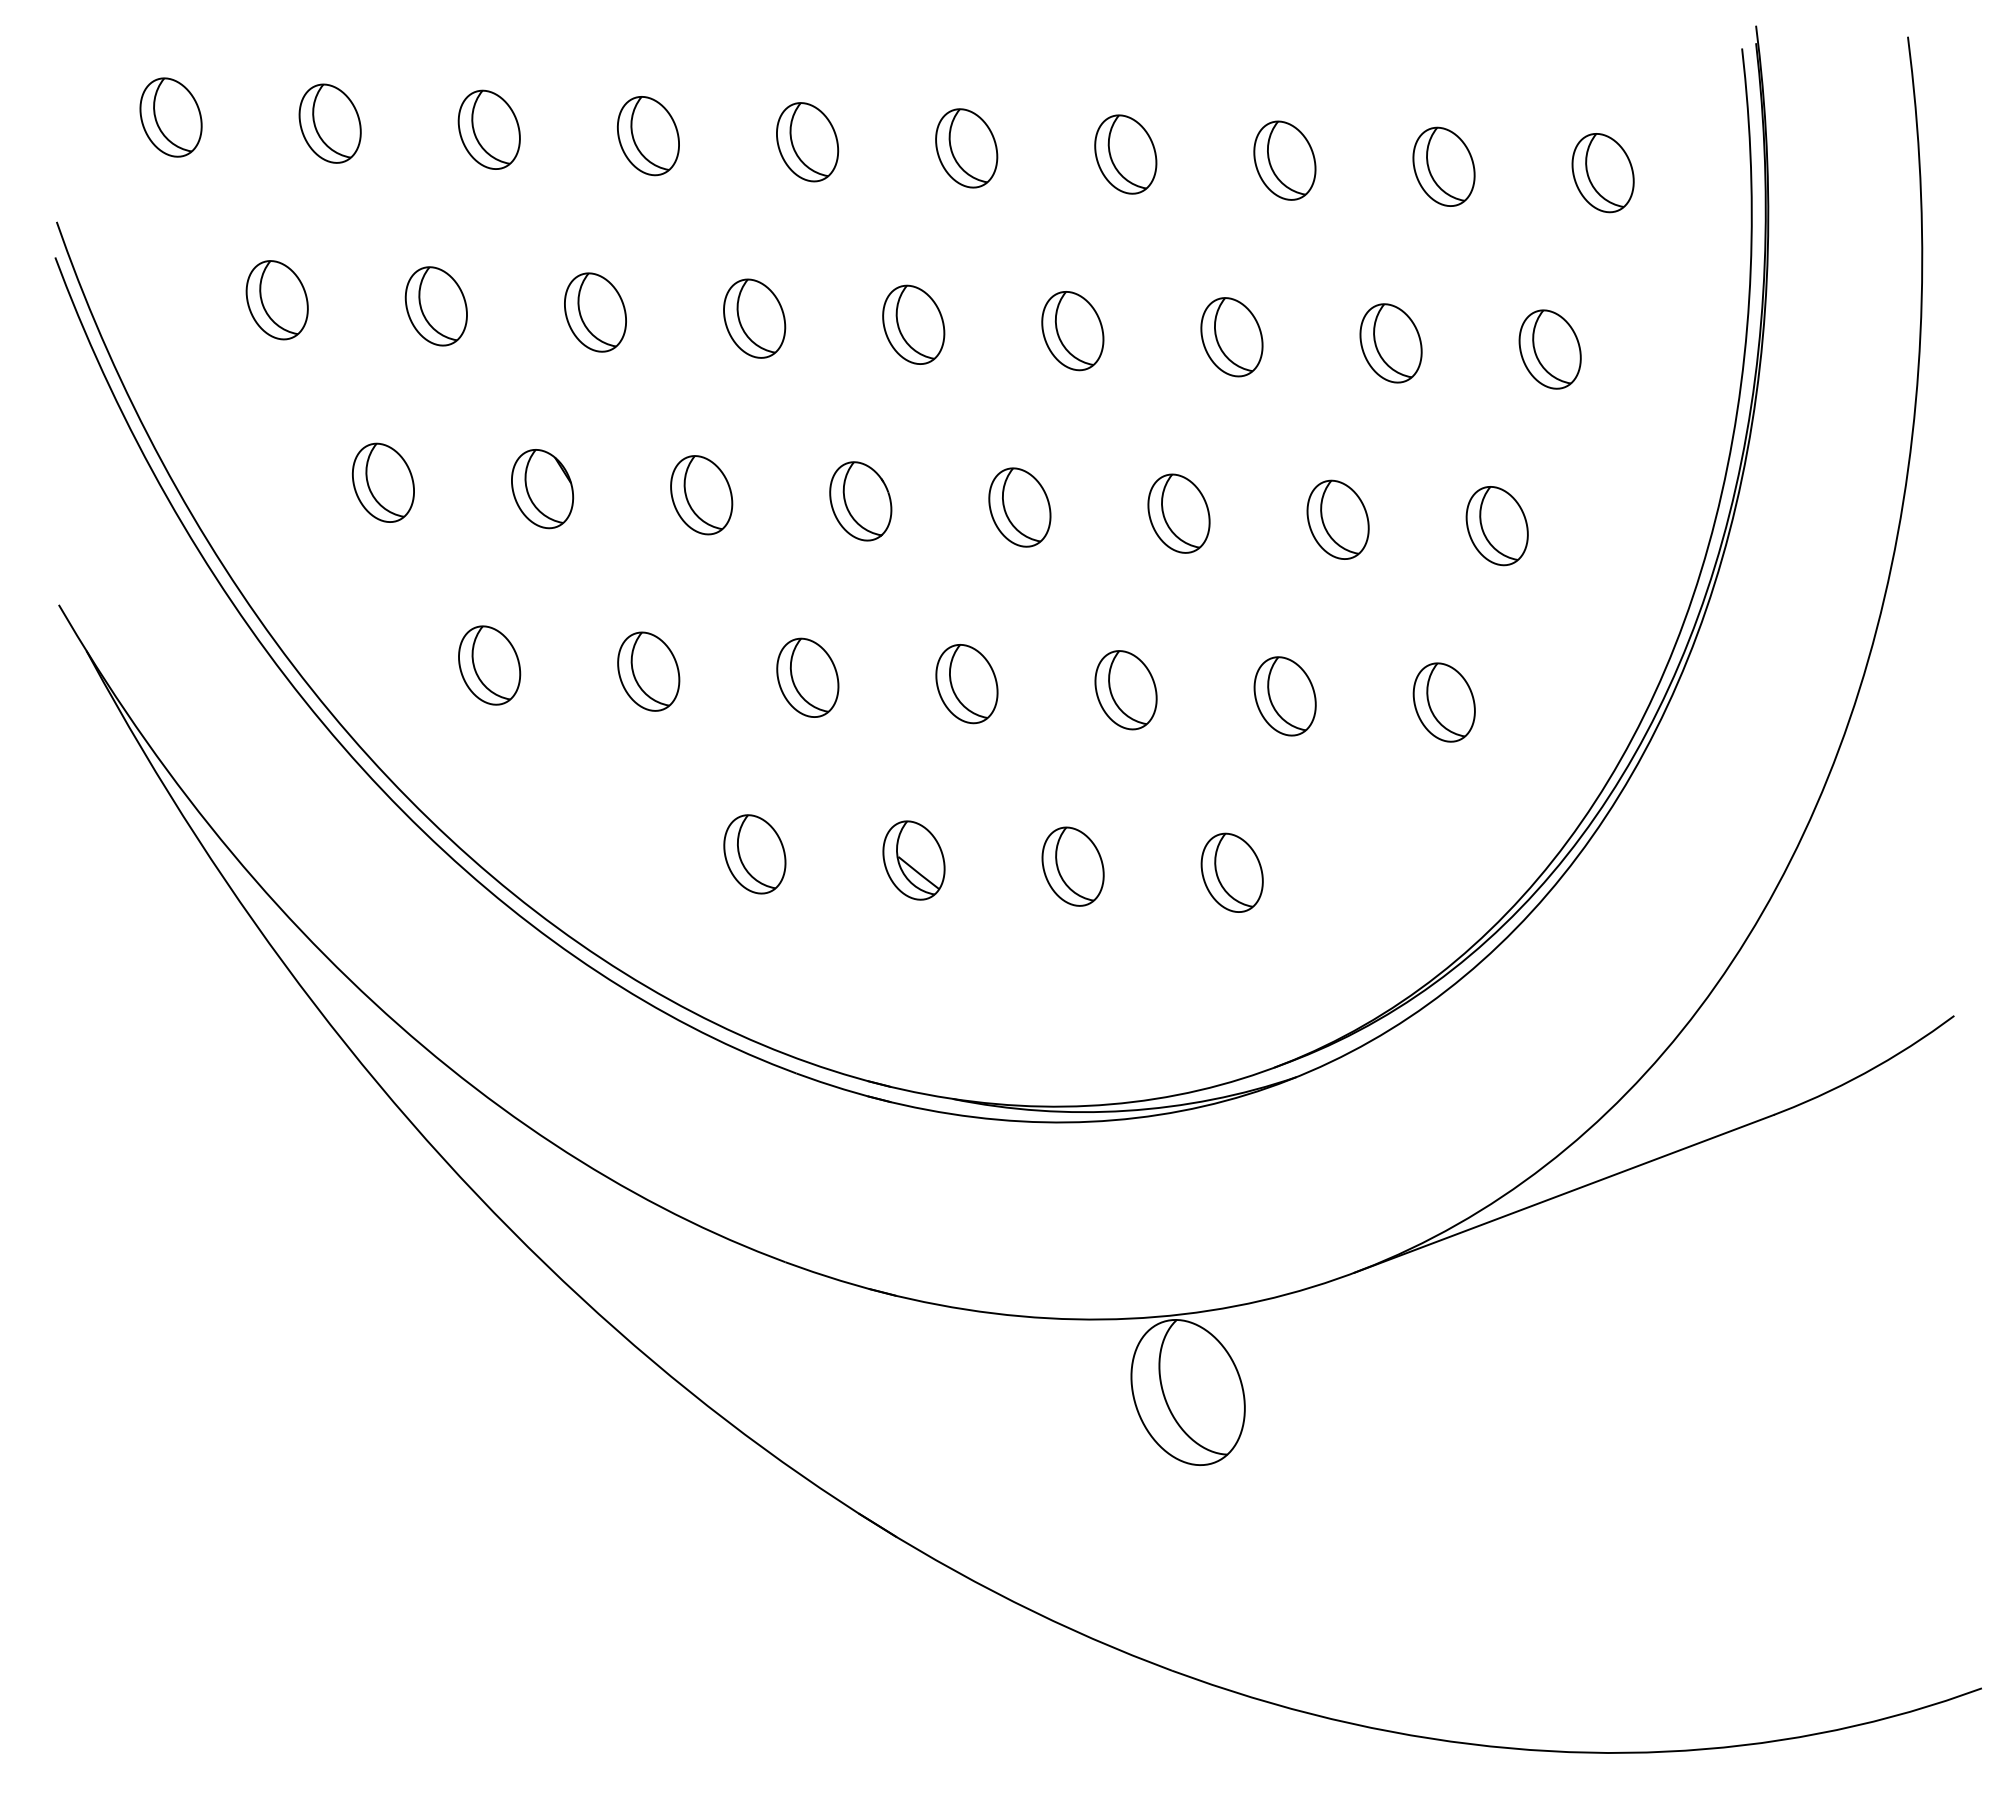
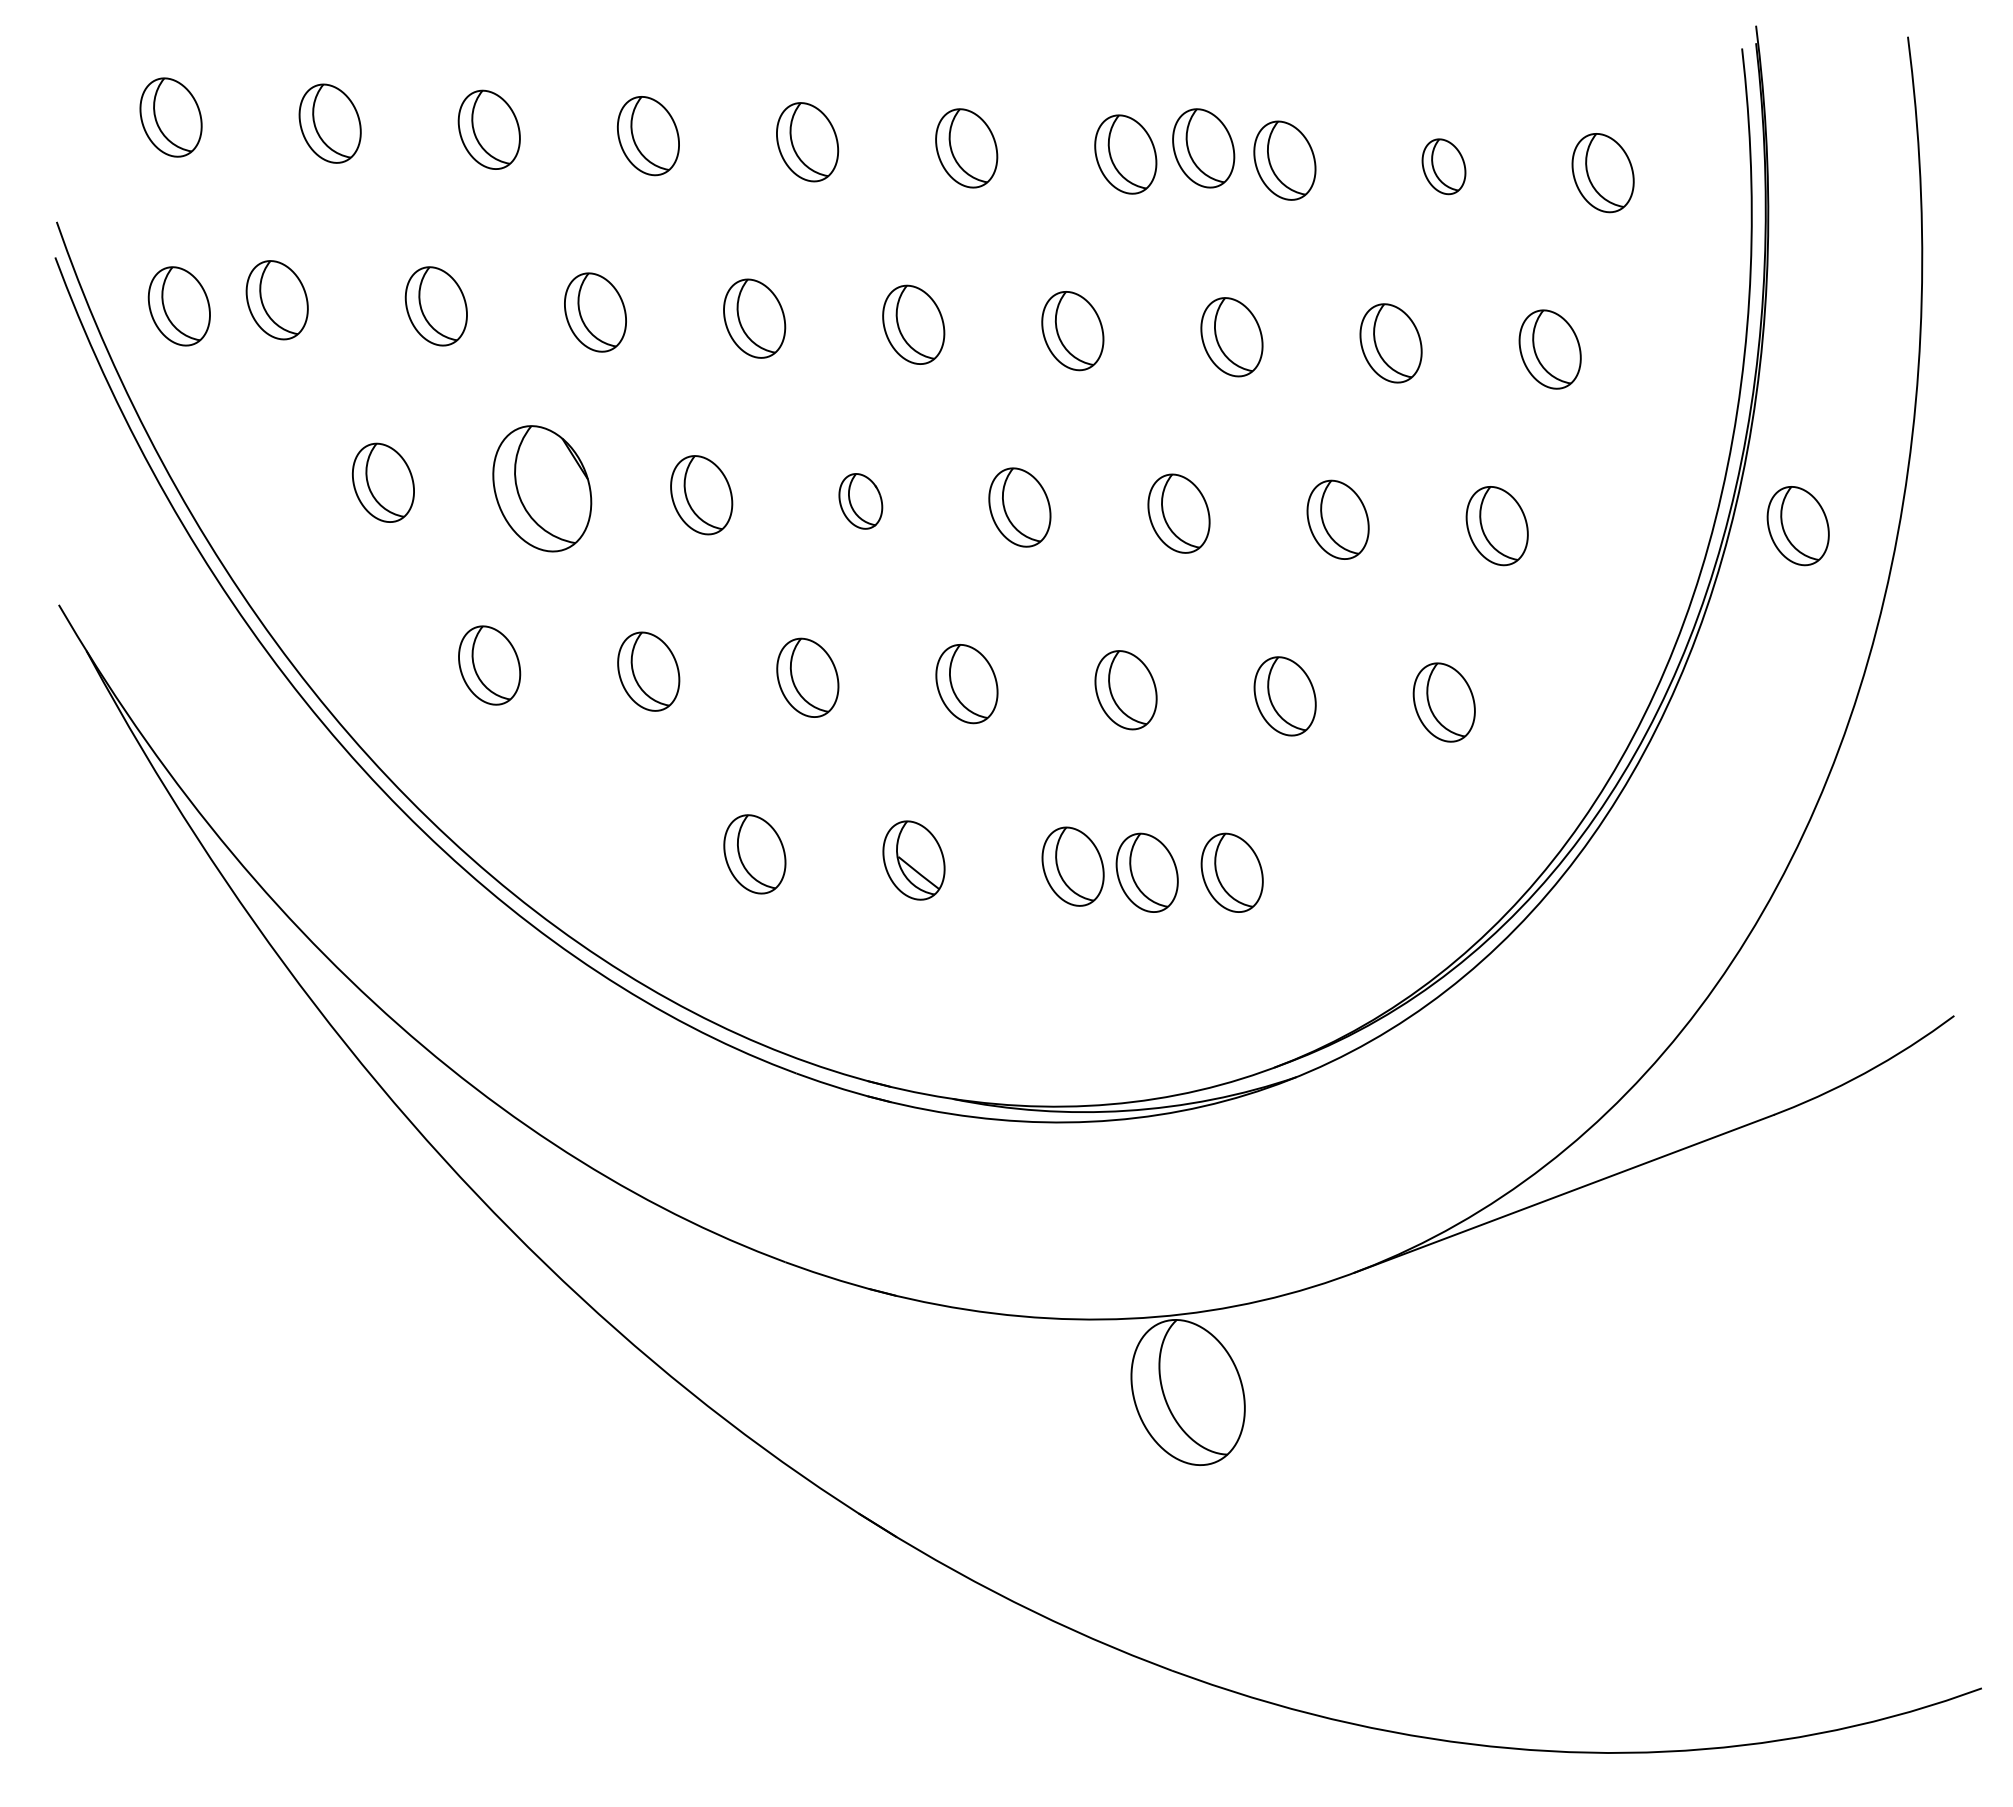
part at (1203, 148): none -> present
part at (1443, 166) size: 64x81 px -> 46x58 px
part at (178, 306): none -> present
part at (542, 489) size: 64x81 px -> 101x128 px
part at (860, 501) size: 64x81 px -> 46x57 px
part at (1797, 526): none -> present
part at (1146, 872): none -> present
